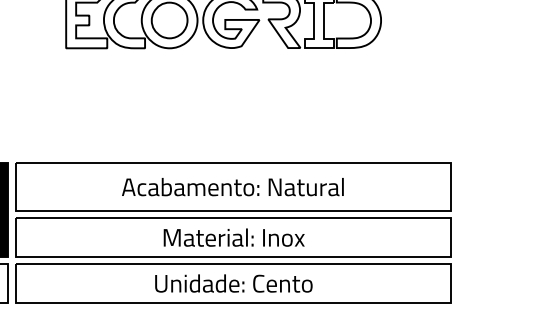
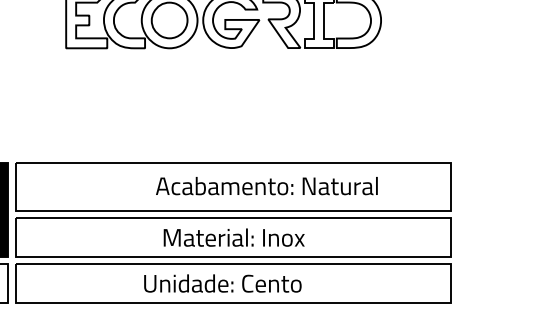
text at (232, 187) position: (232, 187) -> (266, 186)
text at (233, 283) position: (233, 283) -> (222, 283)
